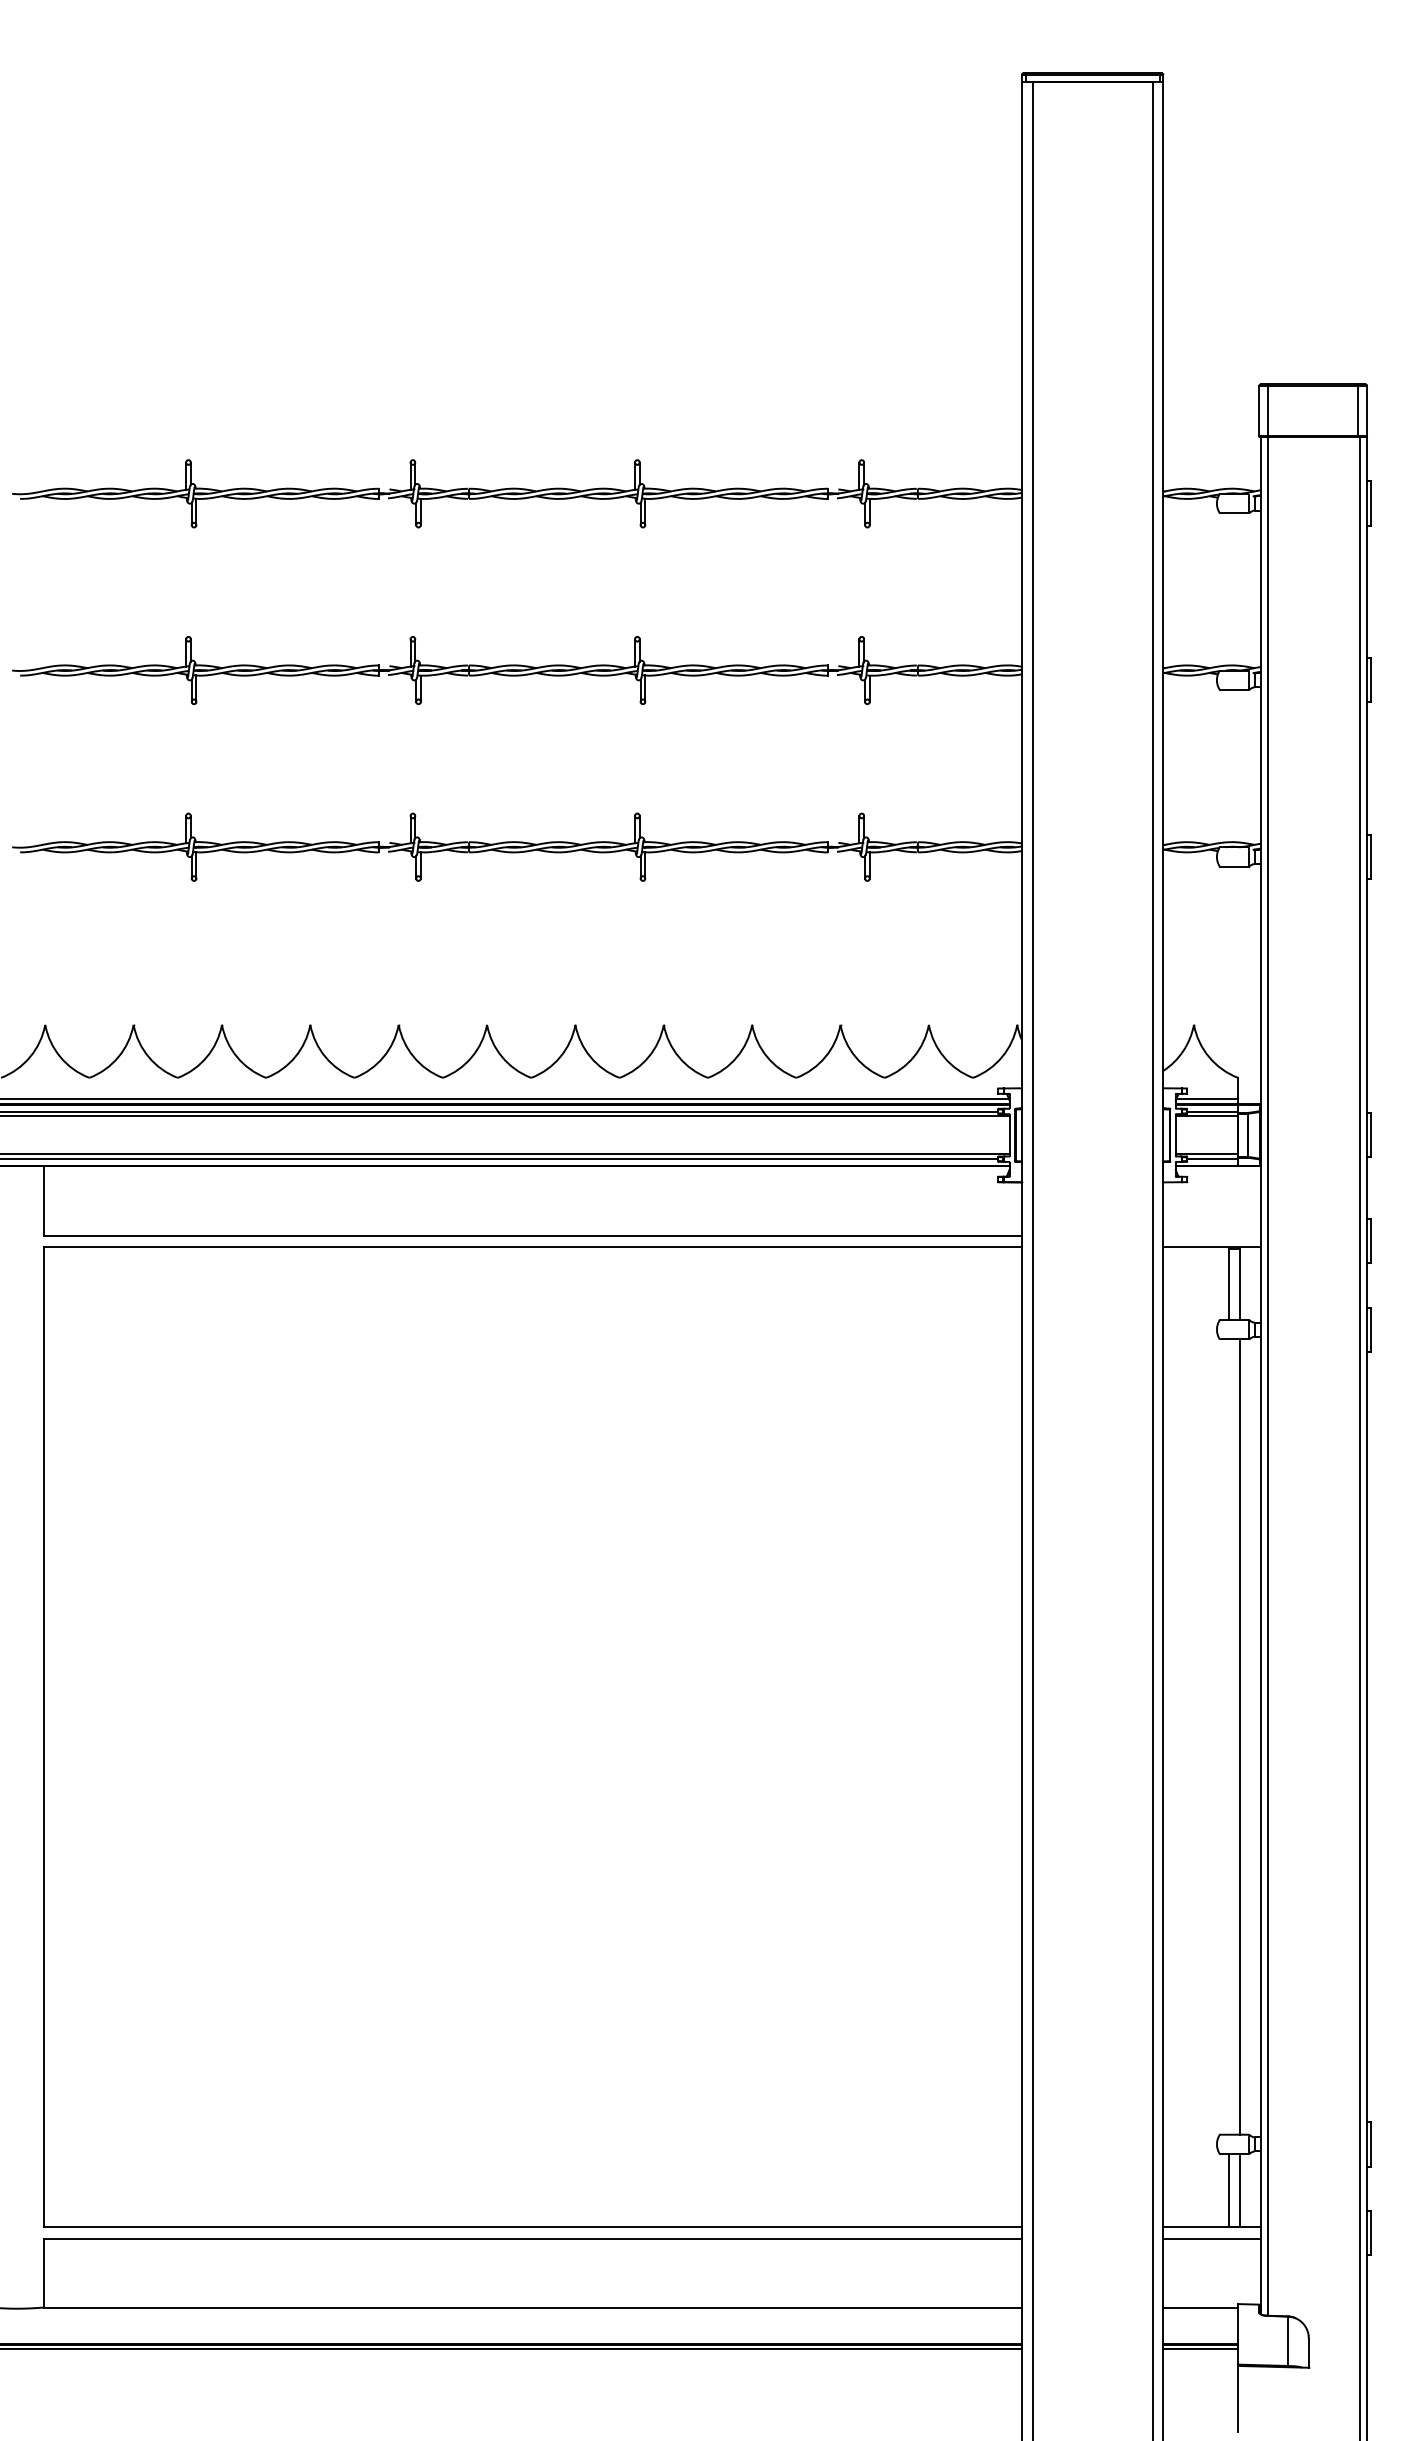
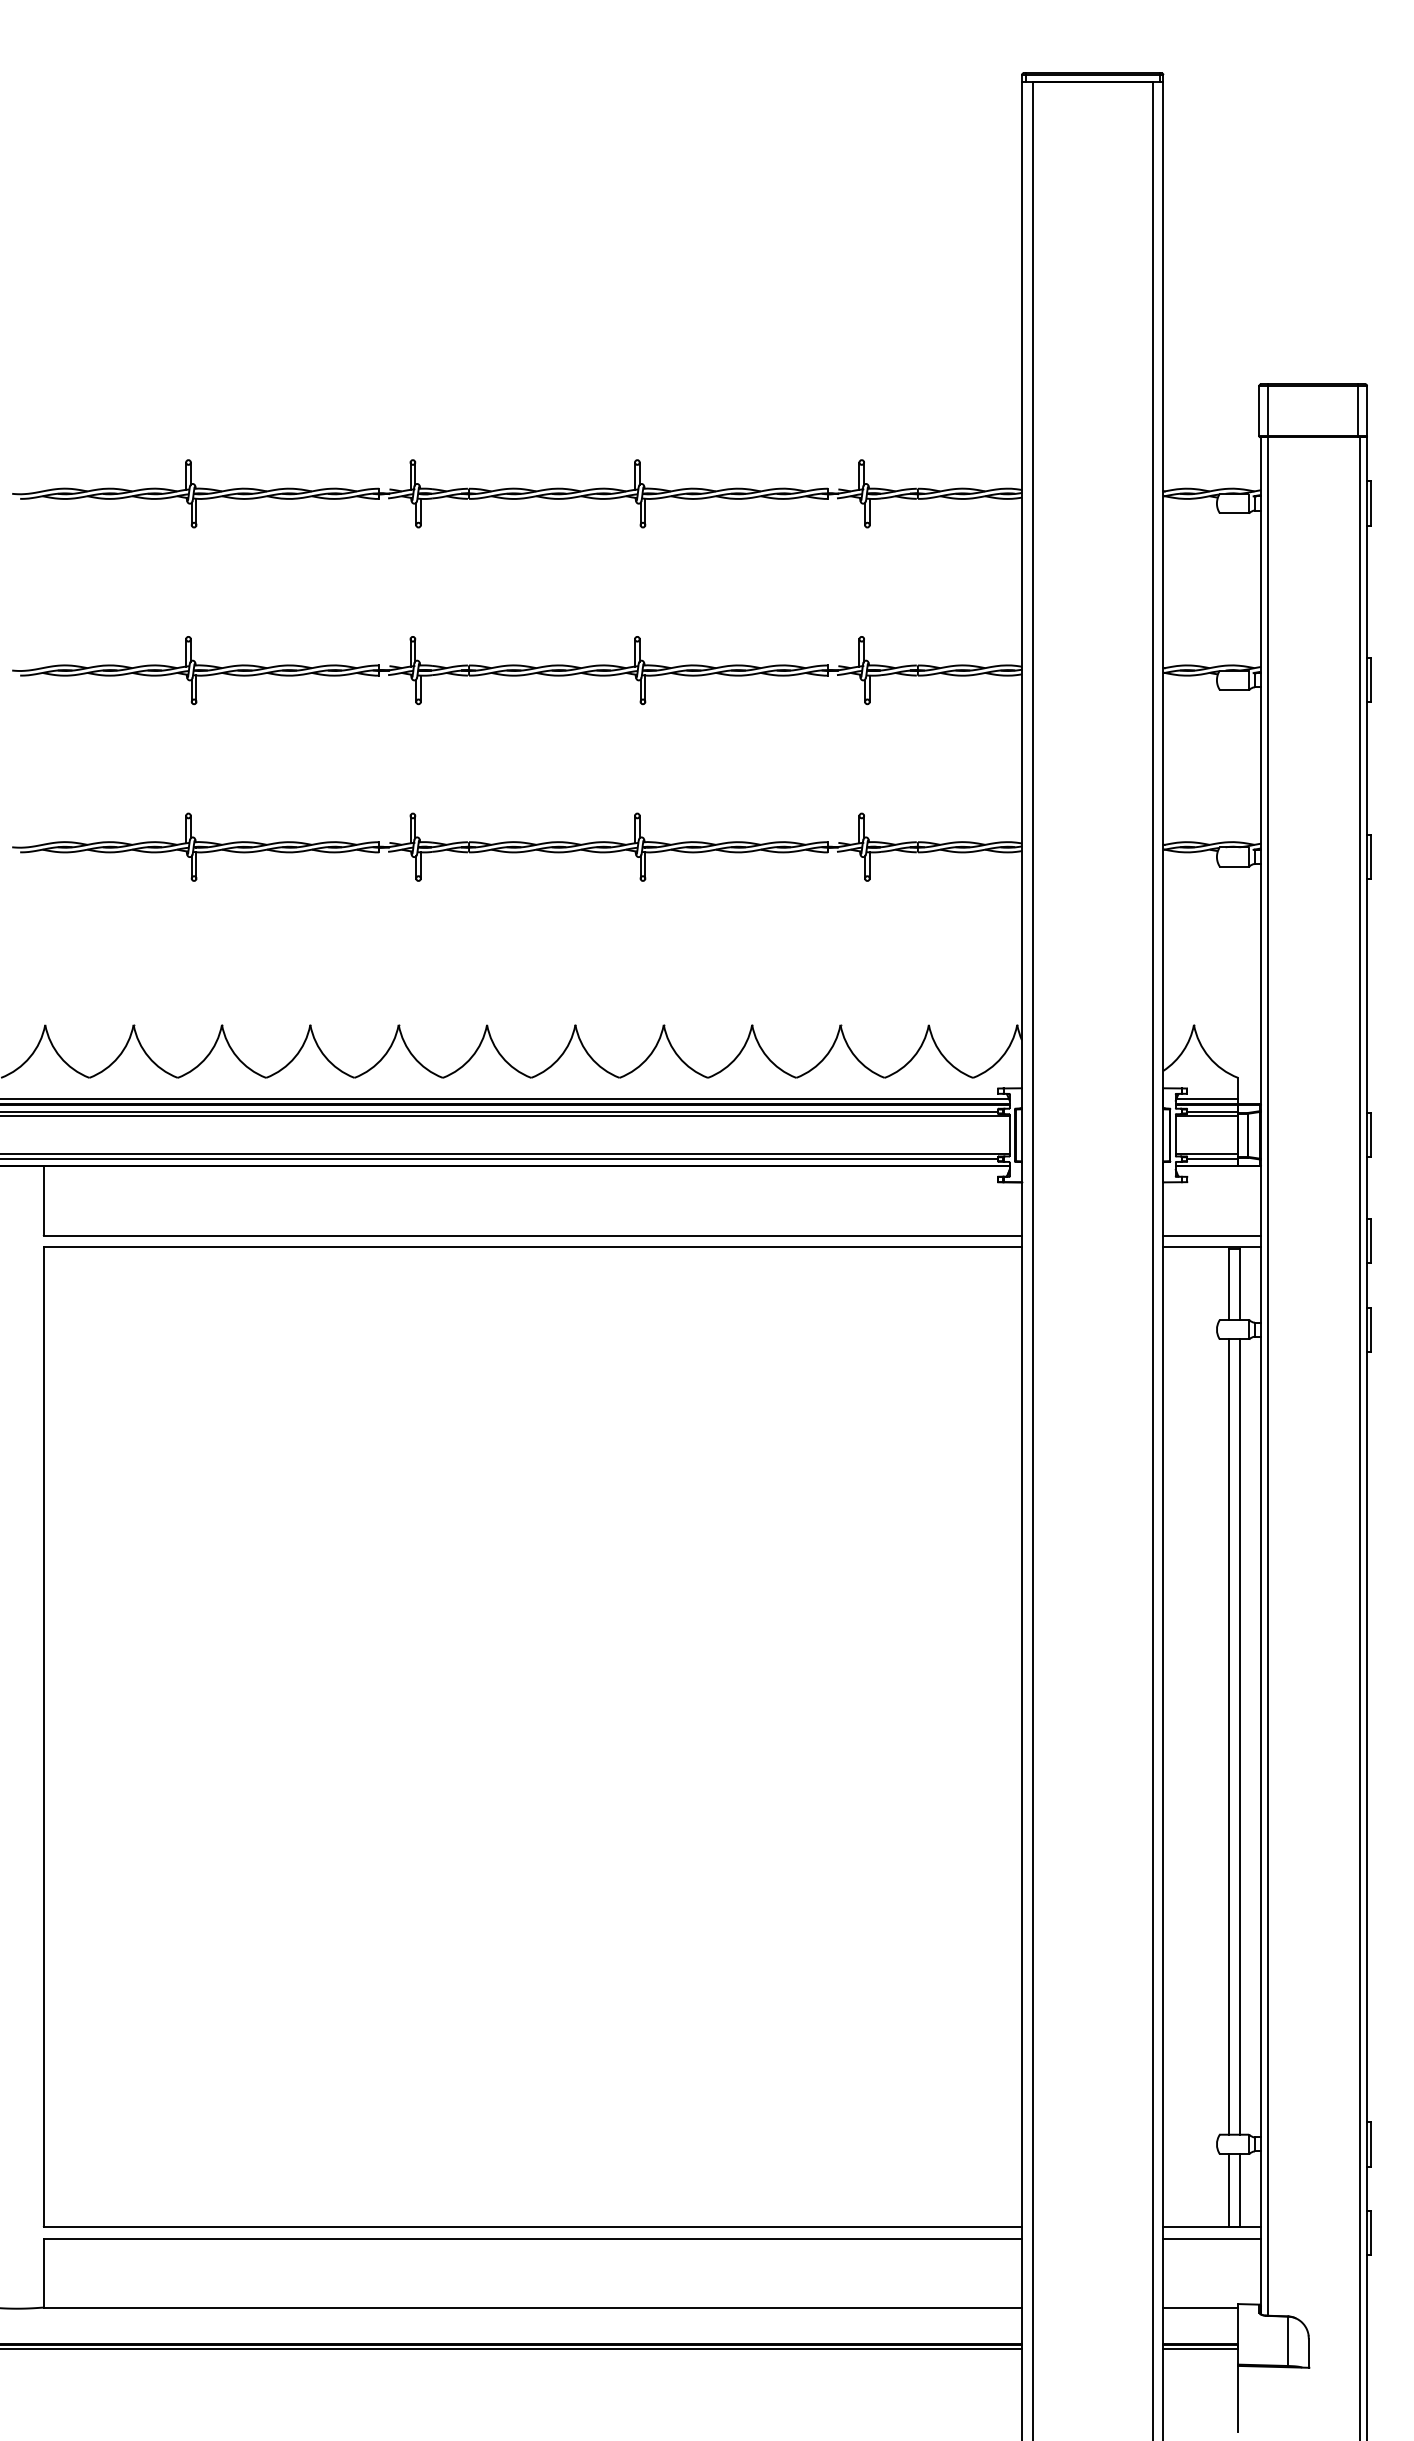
line at (1212, 1235): none -> present
line at (1229, 1736): none -> present
